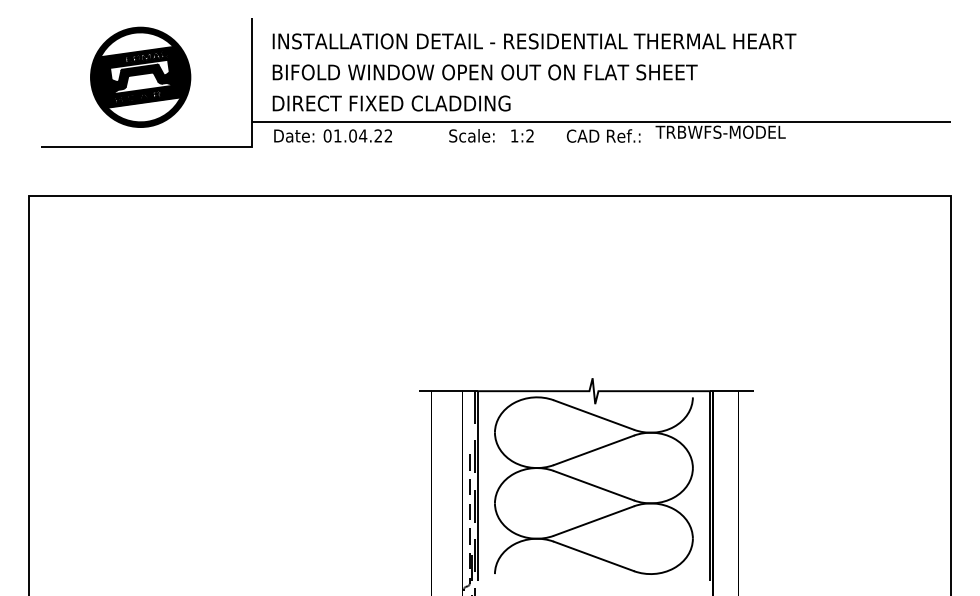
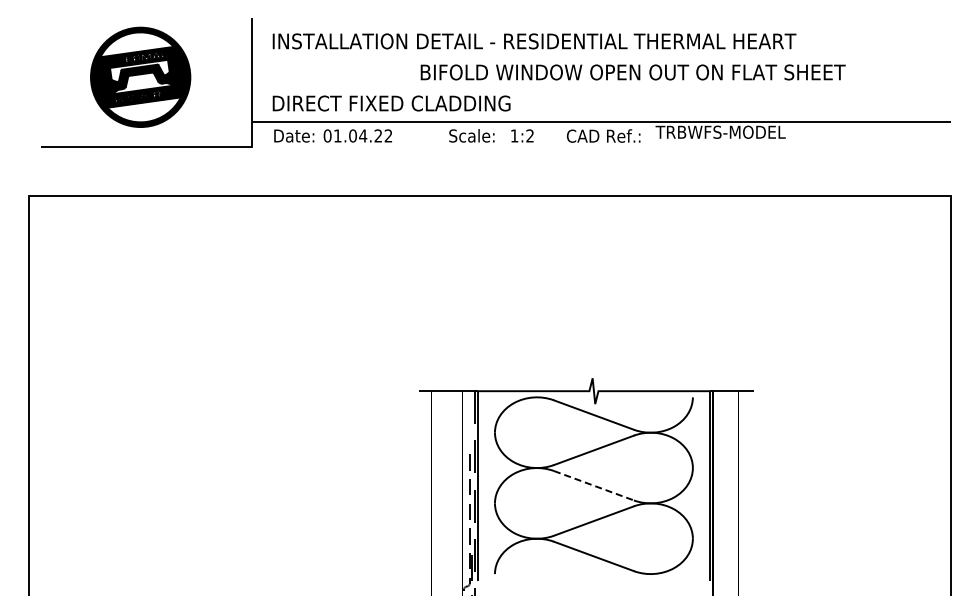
text at (484, 72) position: (484, 72) -> (632, 72)
line at (593, 485): solid -> dashed
